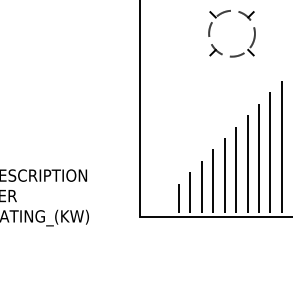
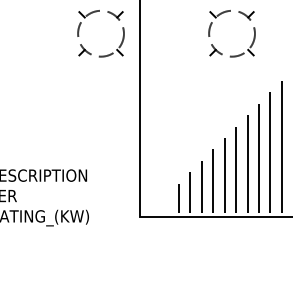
part at (81, 24): none -> present
